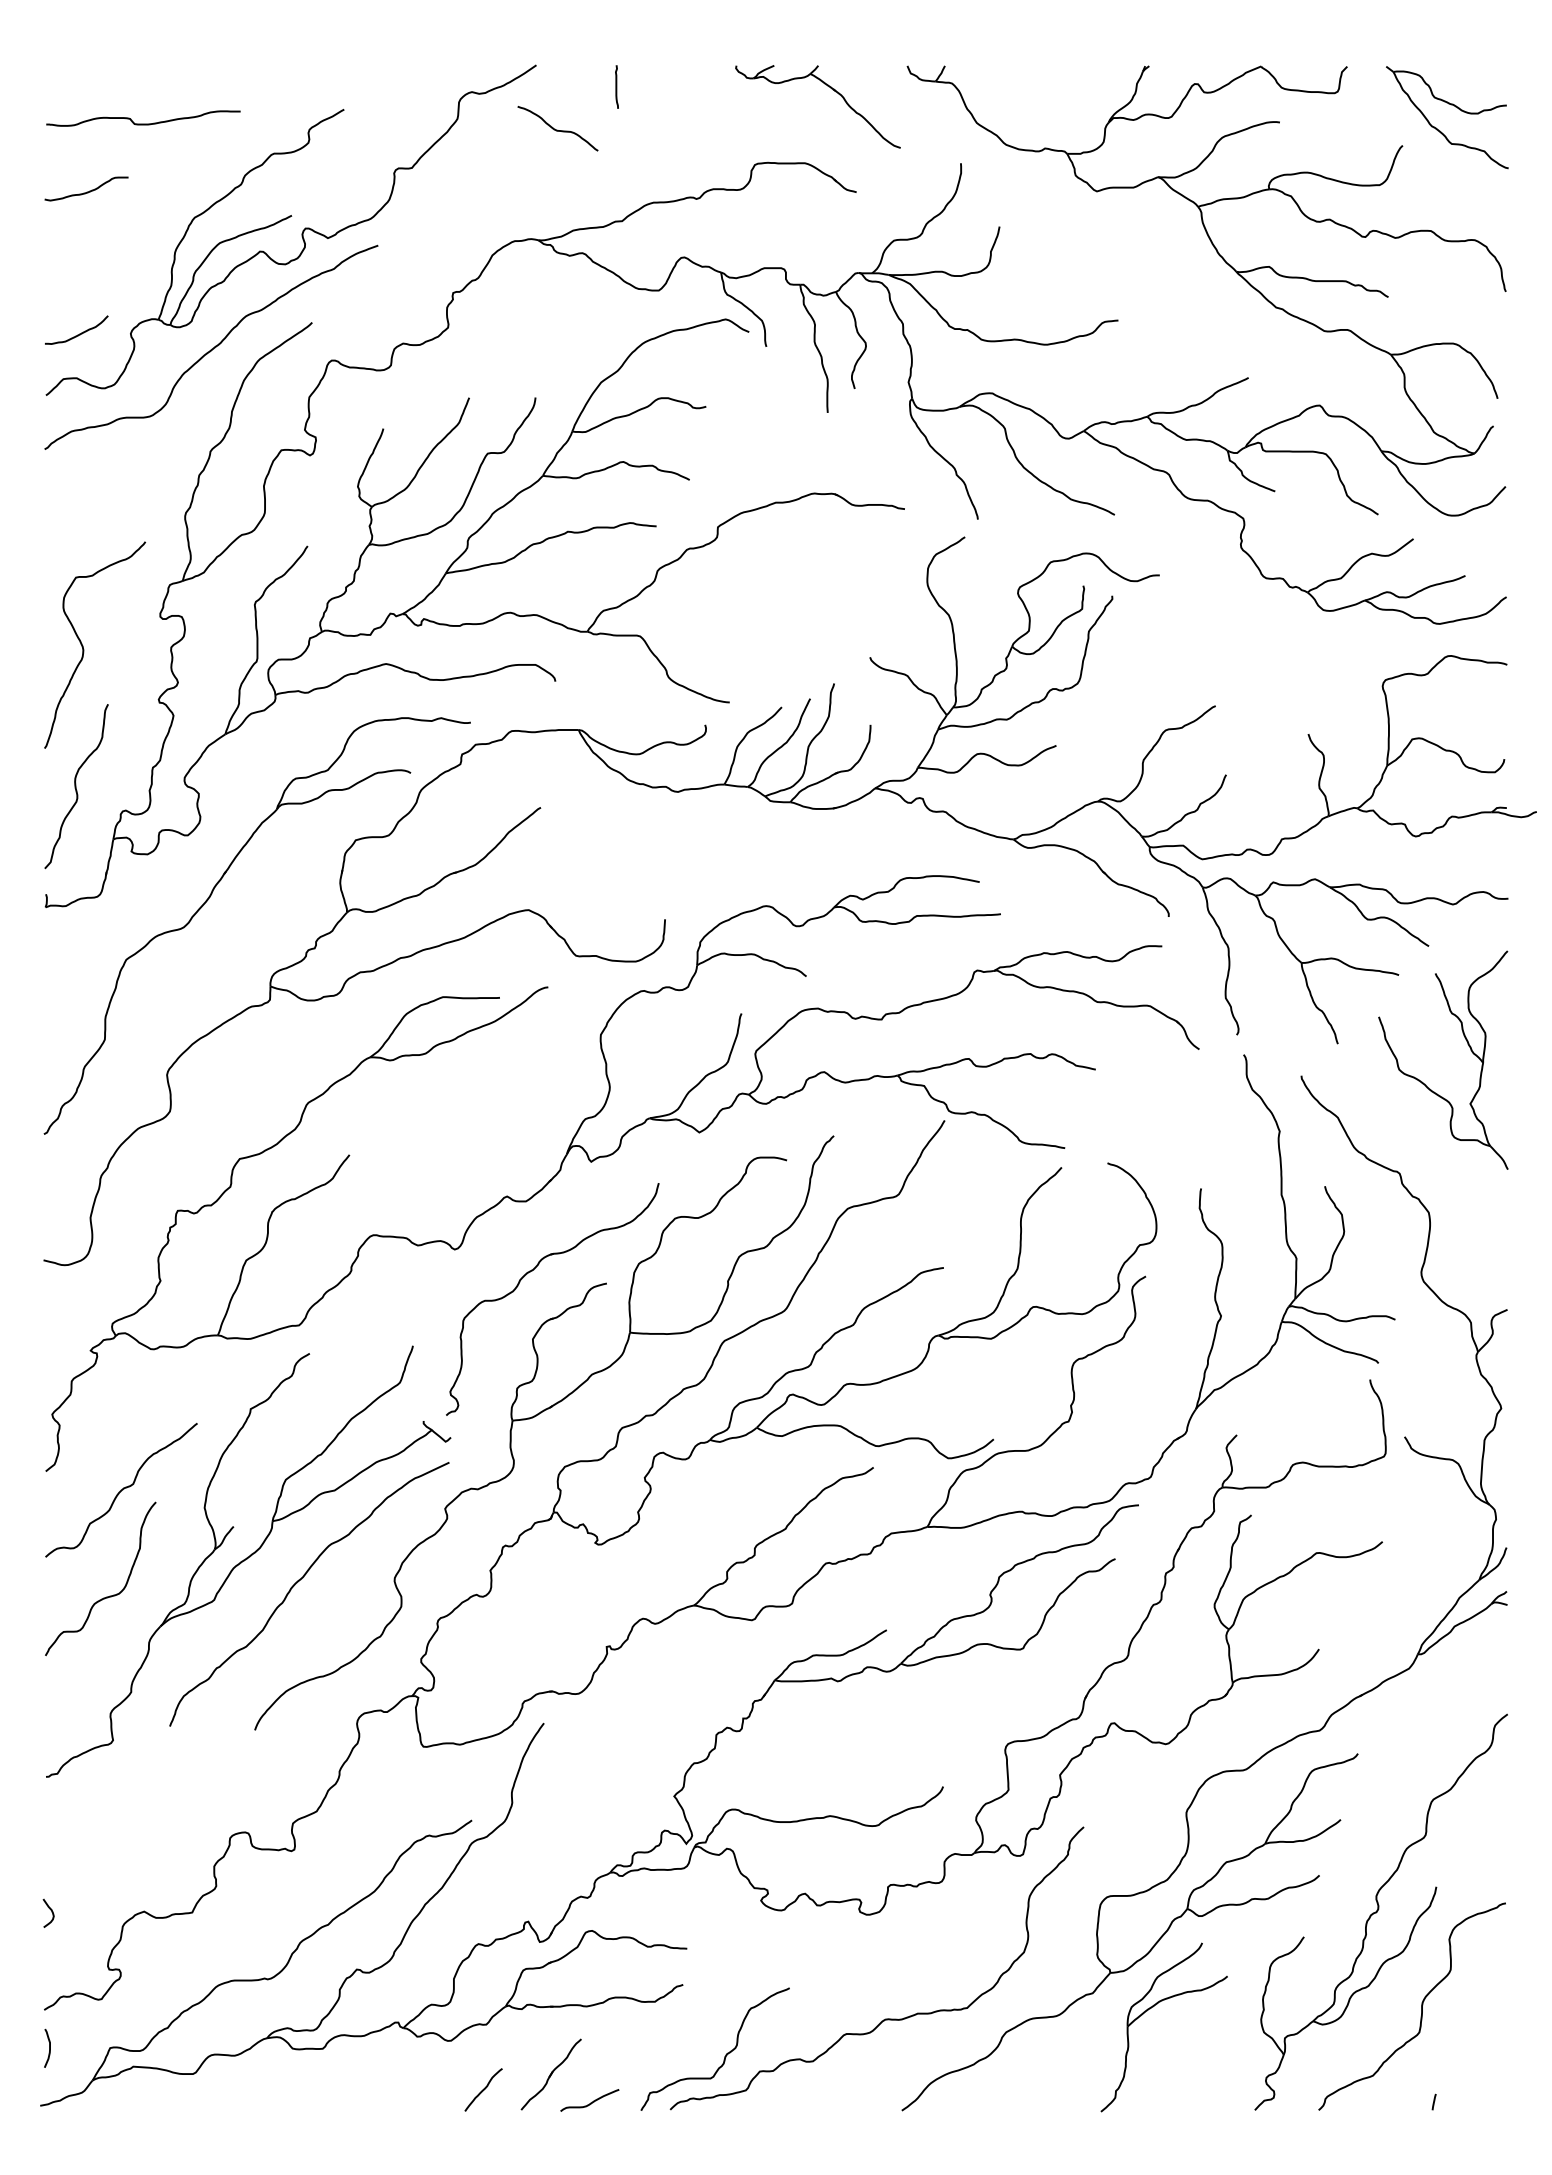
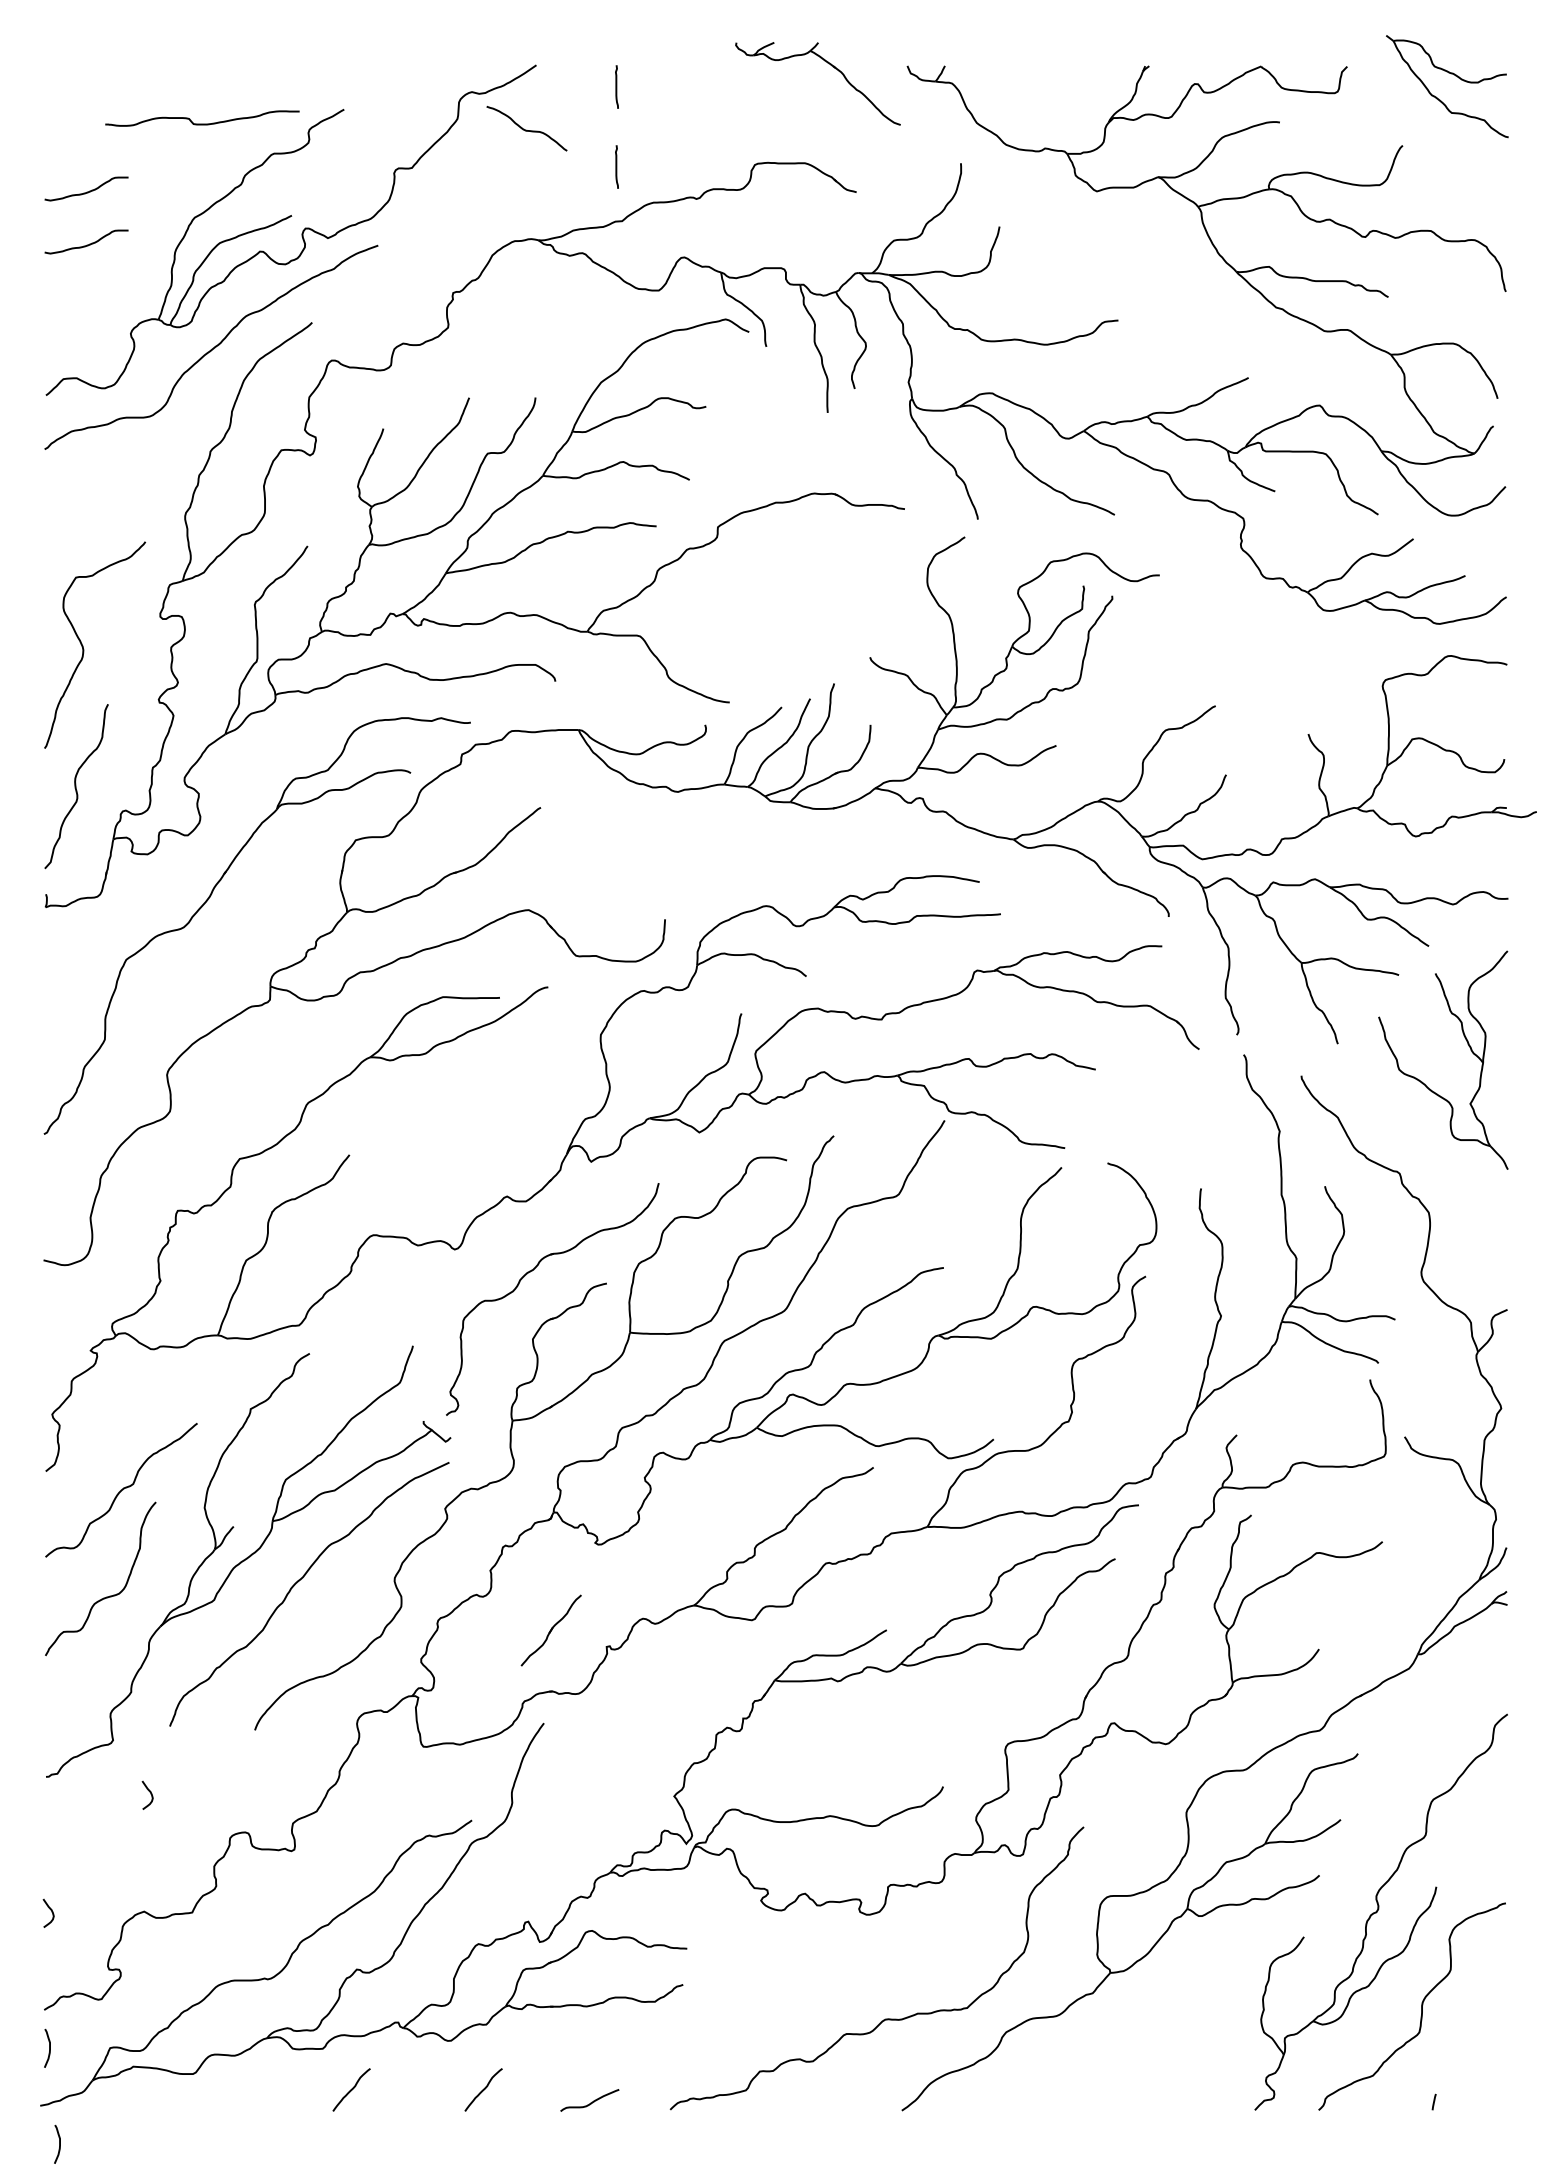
part at (831, 89) position: (831, 89) -> (831, 66)
part at (1451, 105) position: (1451, 105) -> (1451, 74)
curve at (143, 123) position: (143, 123) -> (202, 123)
curve at (557, 129) position: (557, 129) -> (526, 129)
line at (616, 166): none -> present
curve at (87, 244): none -> present
curve at (79, 333): present -> none
curve at (149, 1792): none -> present
part at (1150, 2009): present -> none
curve at (725, 2054): present -> none
part at (550, 2074) position: (550, 2074) -> (550, 1630)
curve at (351, 2089): none -> present
curve at (59, 2143): none -> present
